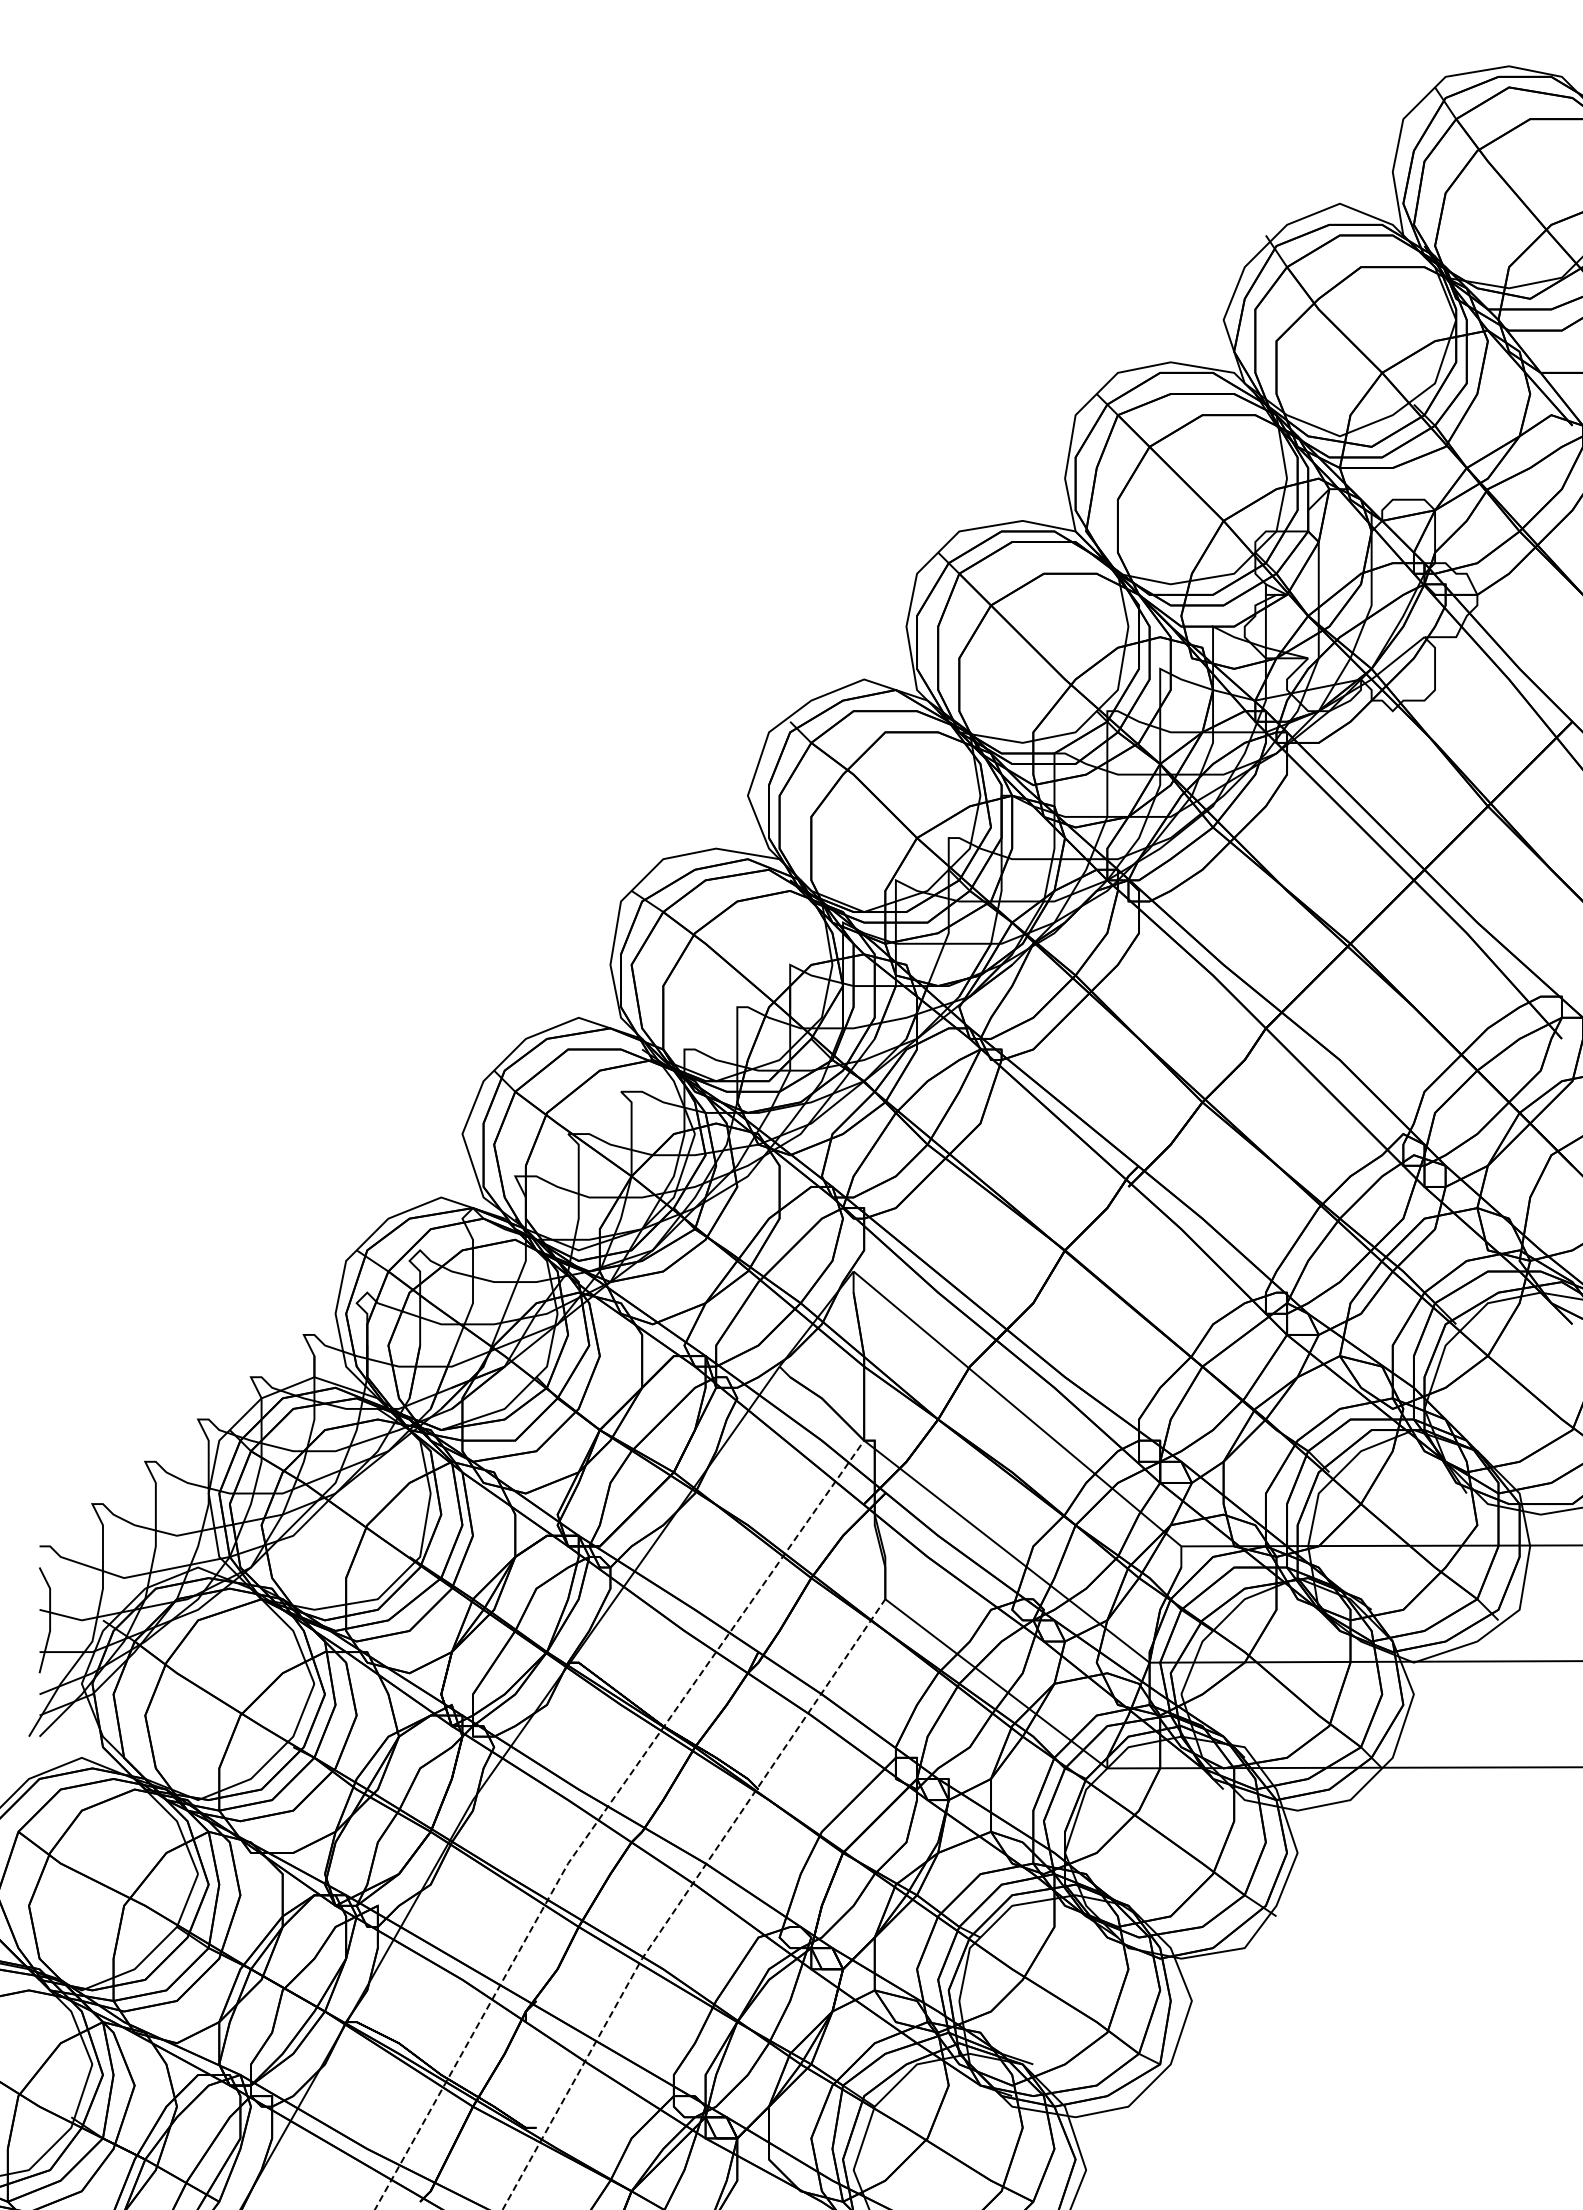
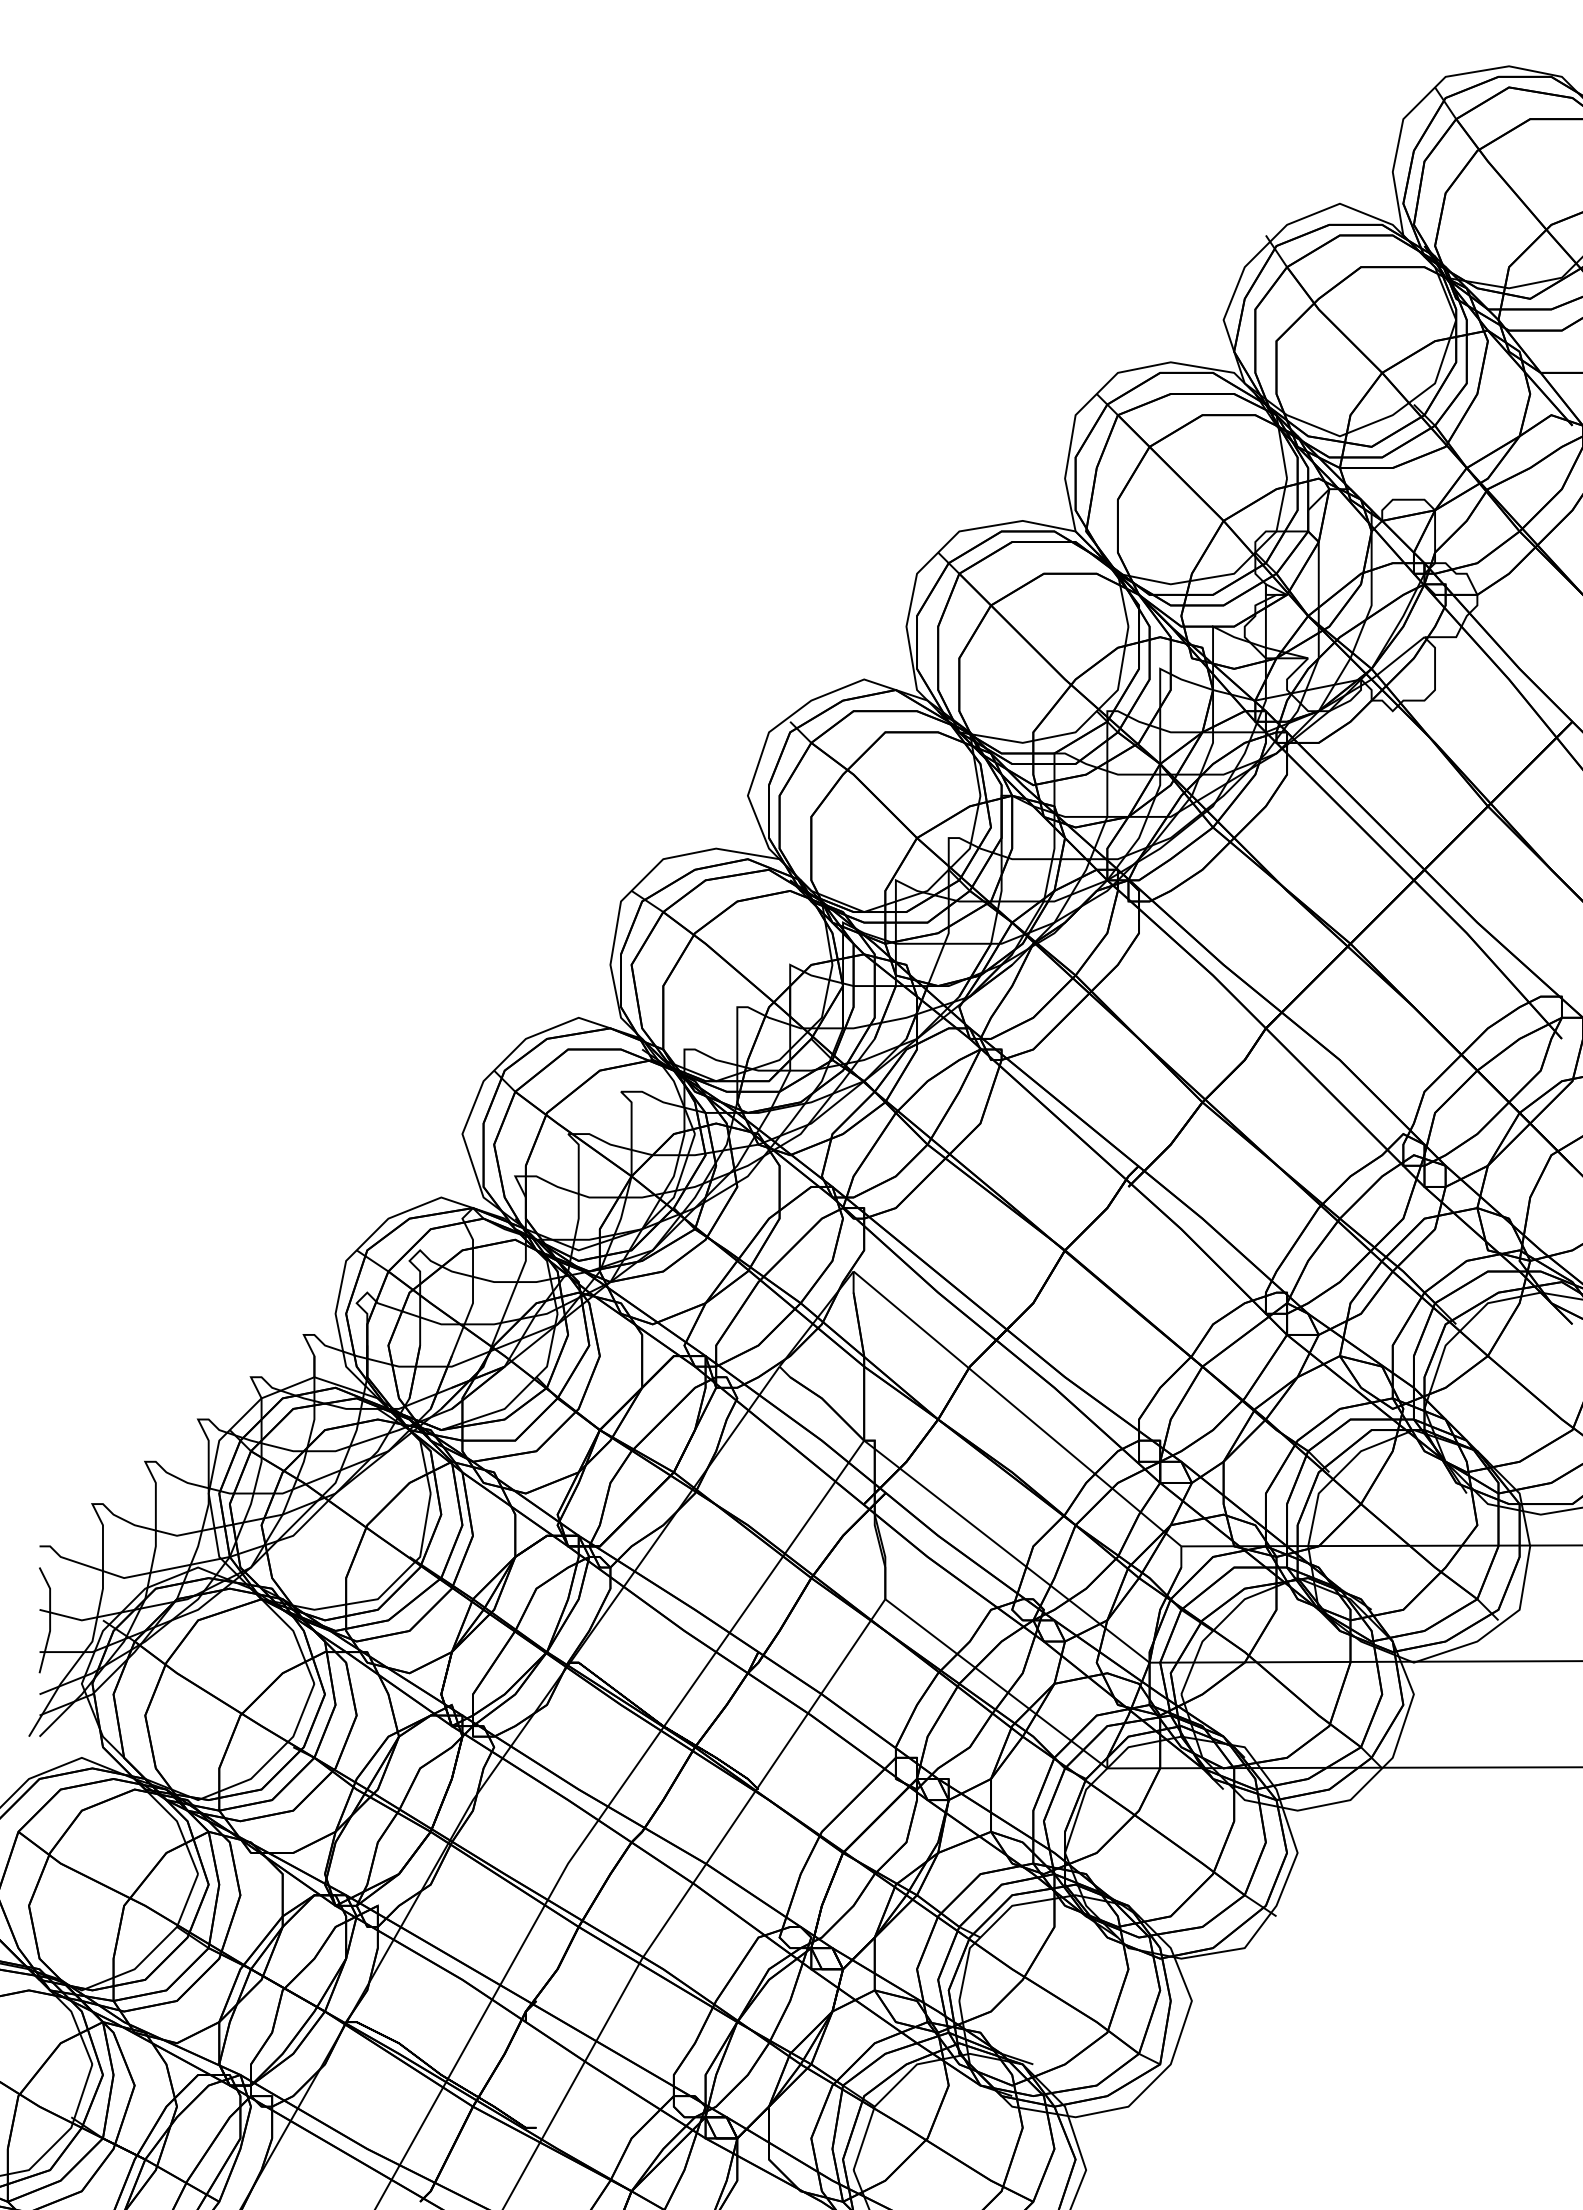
line at (602, 1814): dashed -> solid
line at (683, 1898): dashed -> solid
